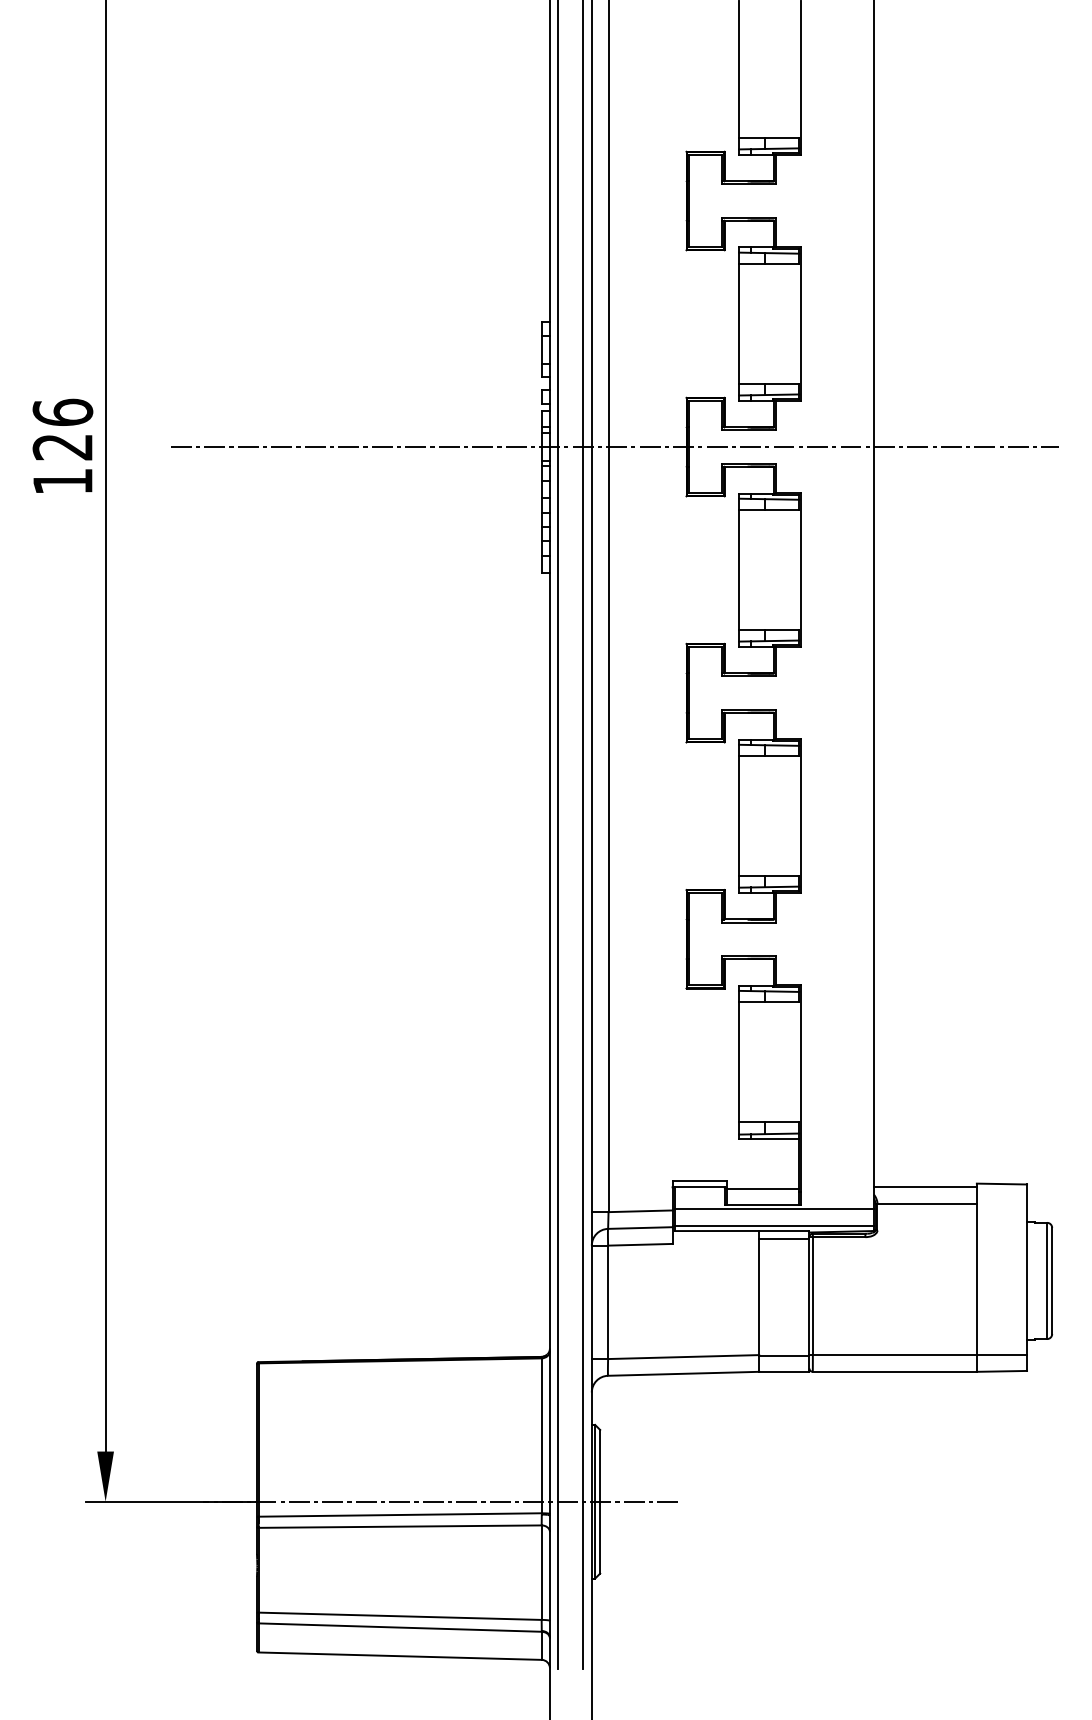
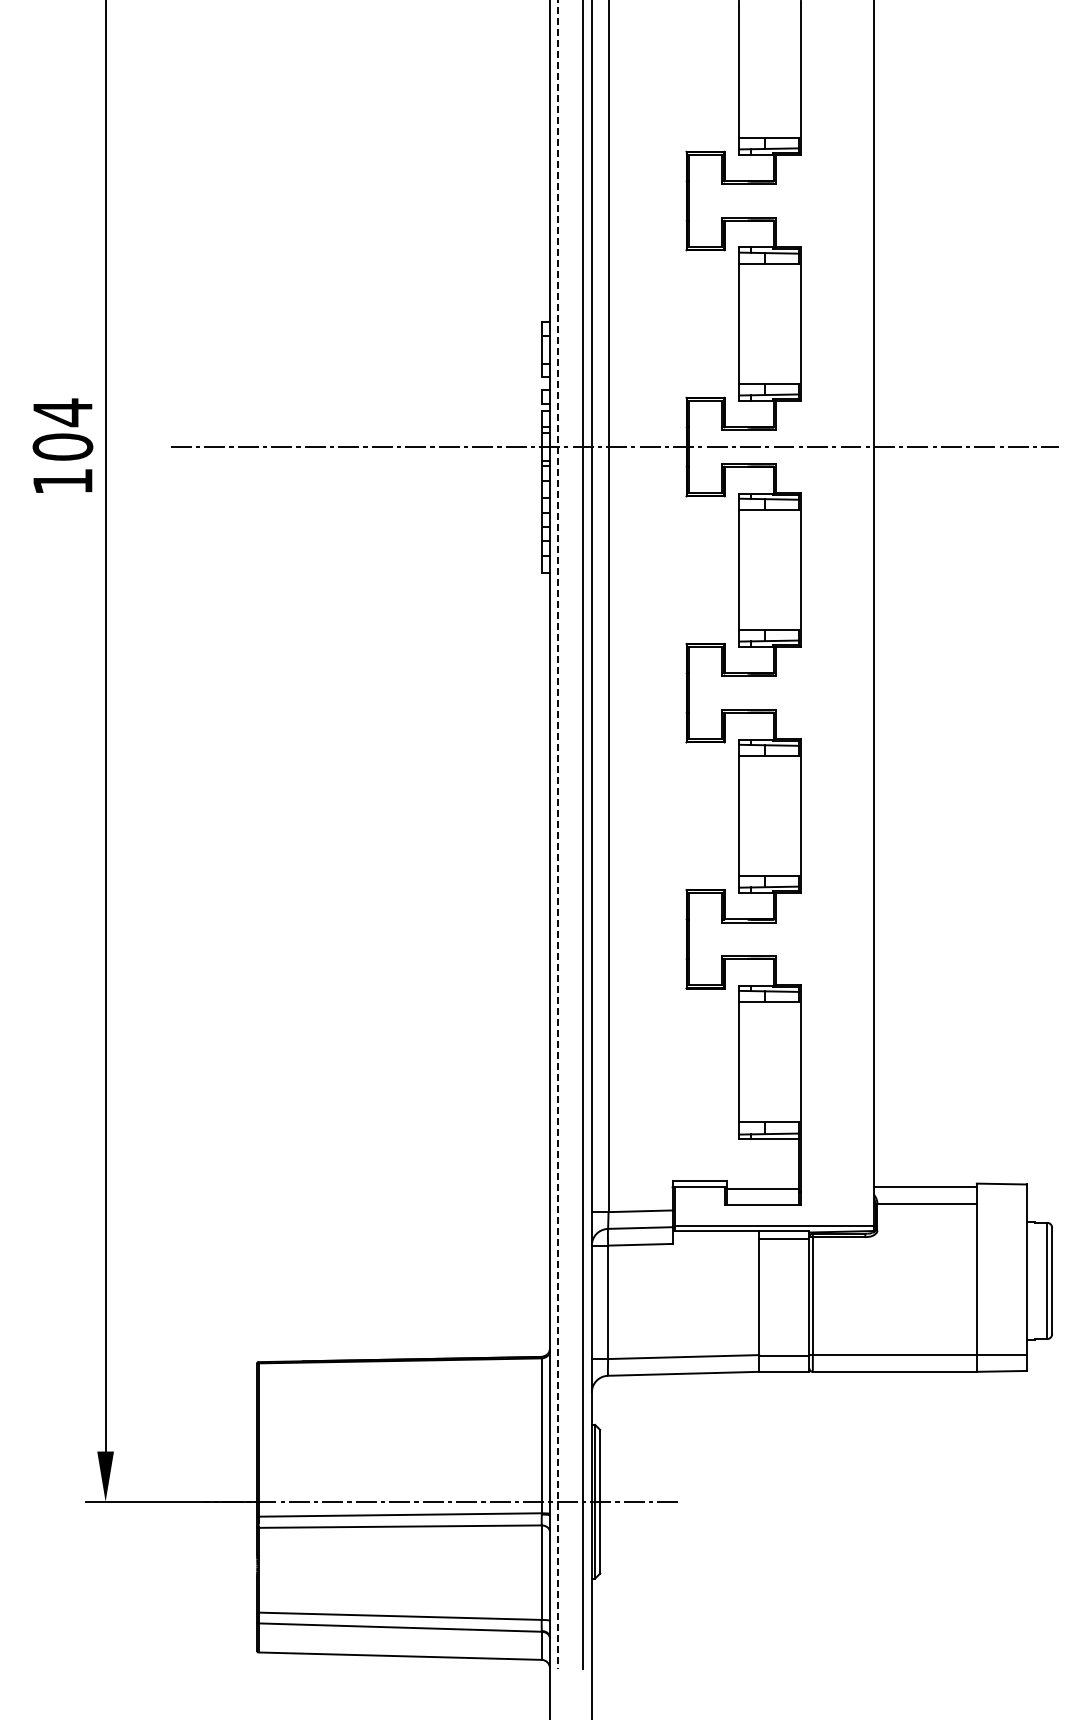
text at (62, 429): 126 -> 104
line at (558, 834): solid -> dashed
line at (773, 1208): present -> none
